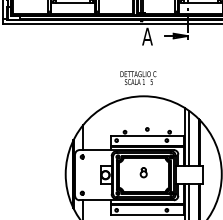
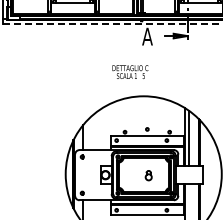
line at (113, 24): solid -> dashed
text at (138, 77) position: (138, 77) -> (130, 71)
part at (143, 172) position: (143, 172) -> (148, 175)
line at (189, 200): present -> none
